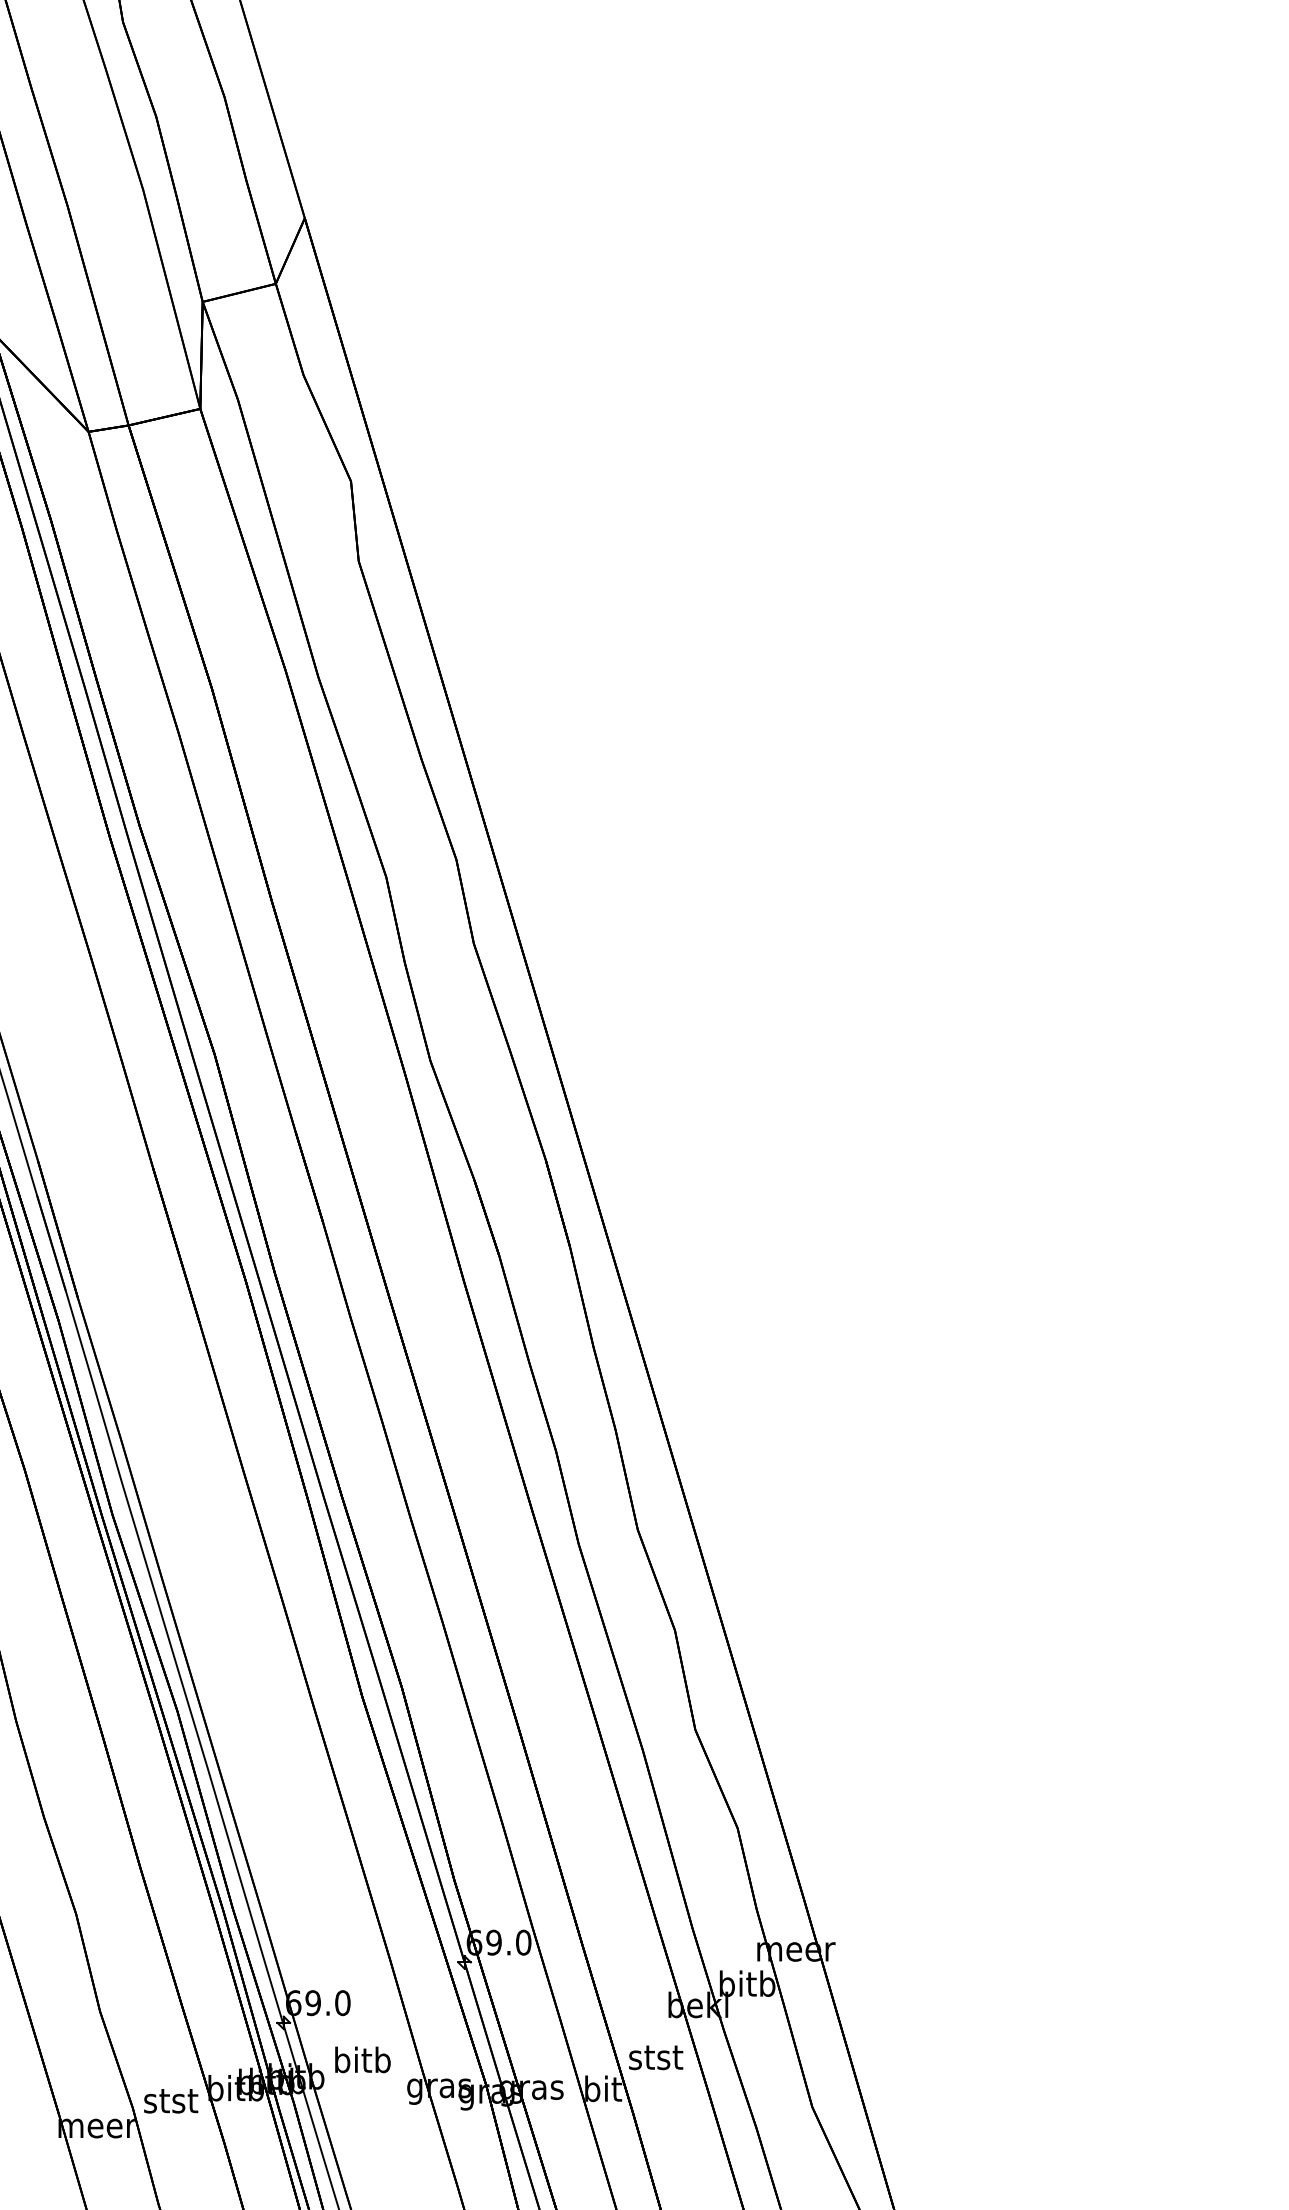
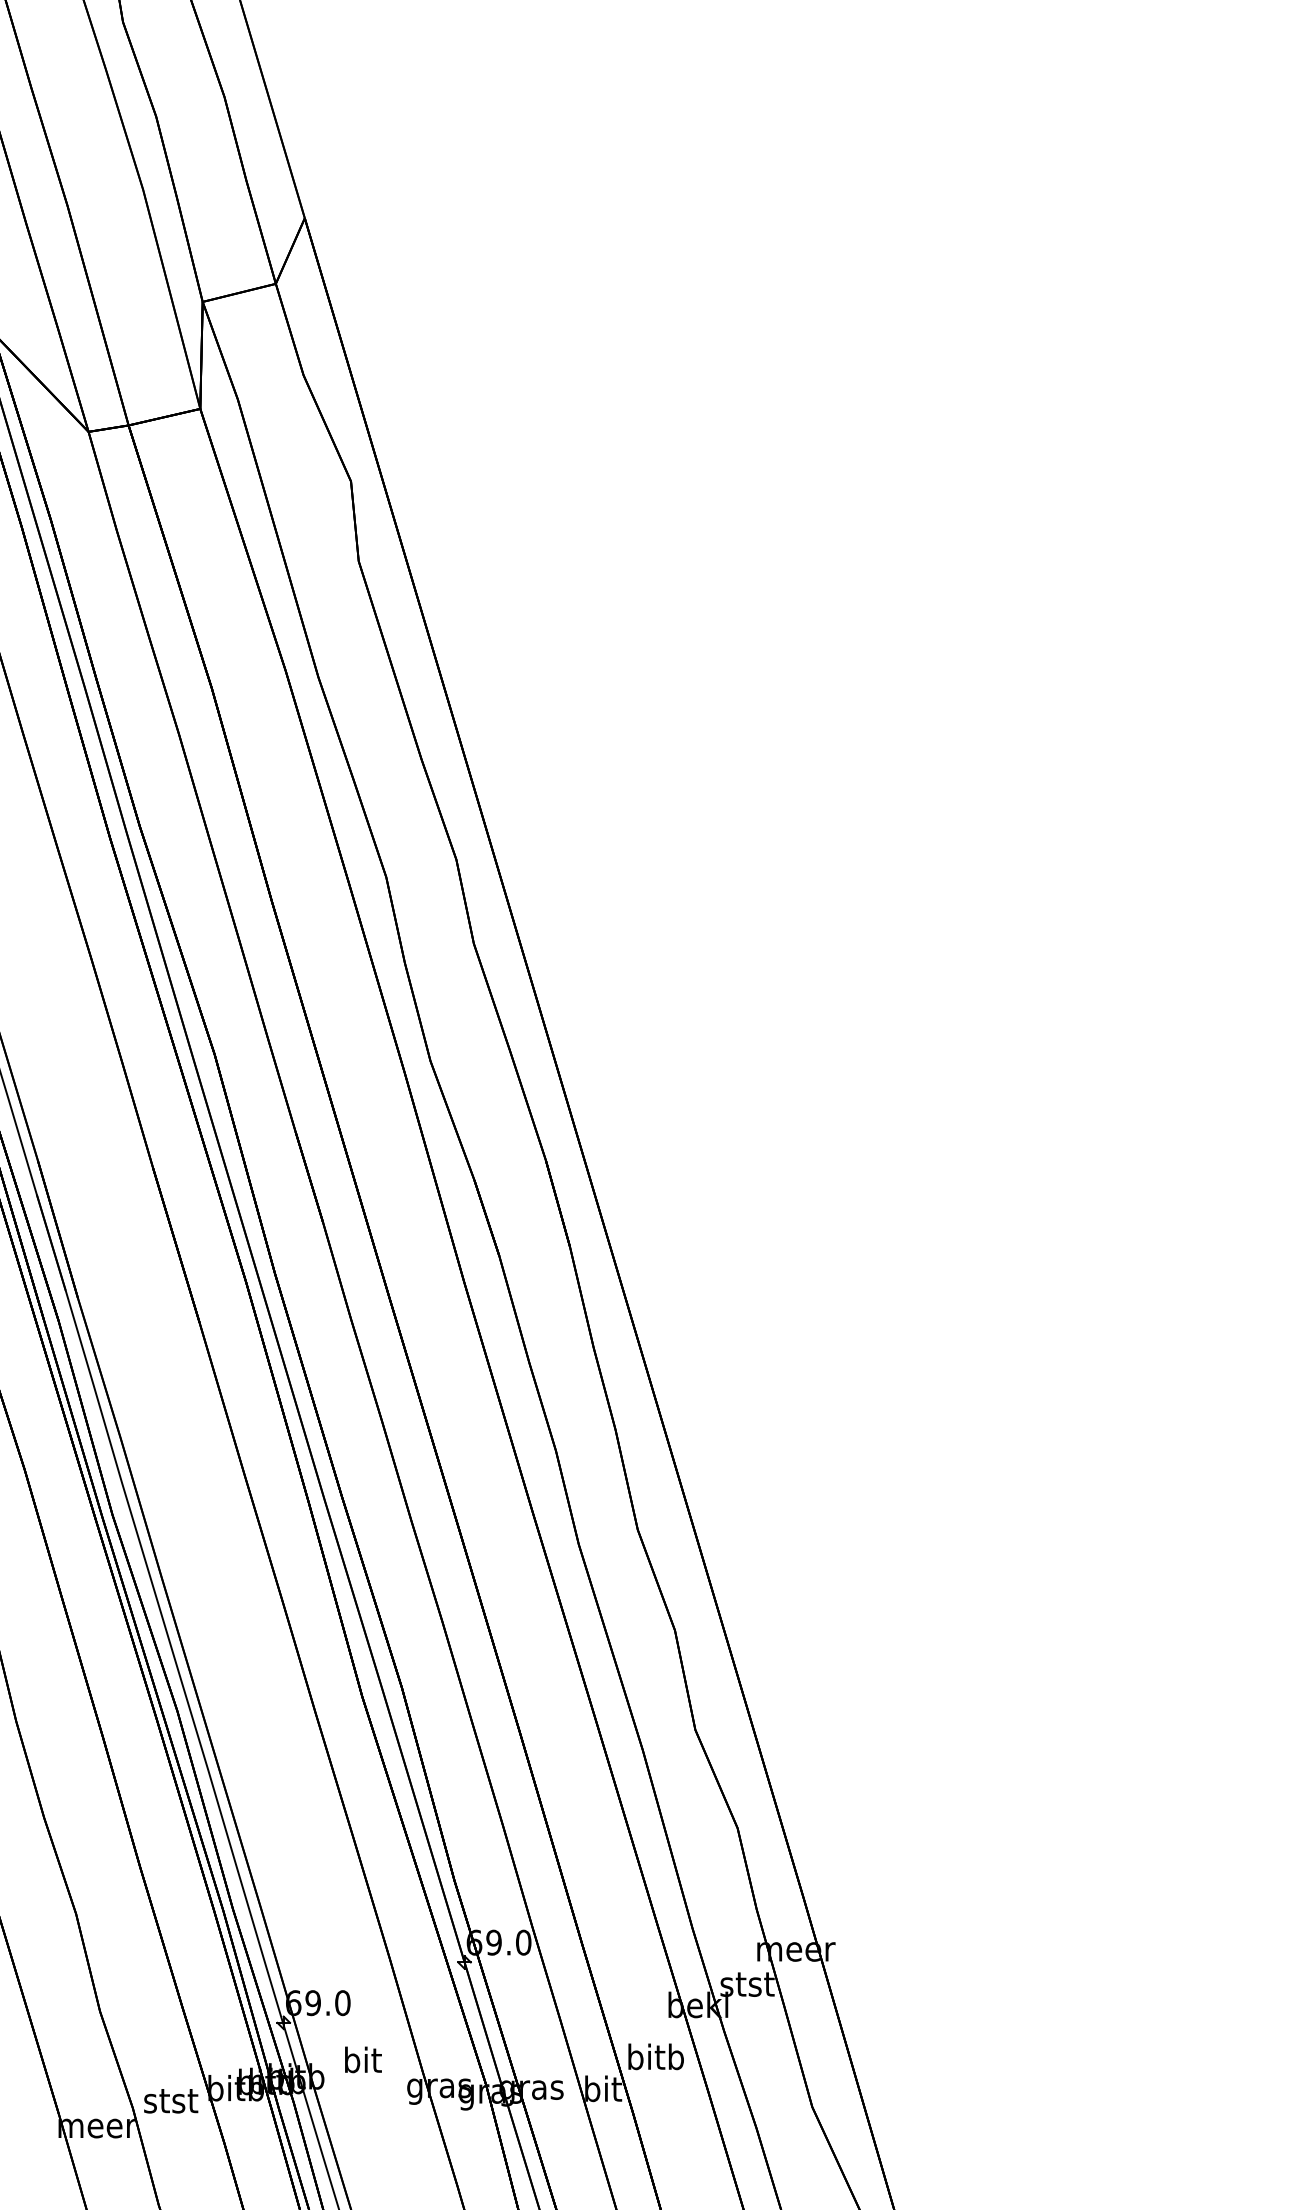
text at (747, 1983): bitb -> stst
text at (655, 2056): stst -> bitb
text at (362, 2059): bitb -> bit
